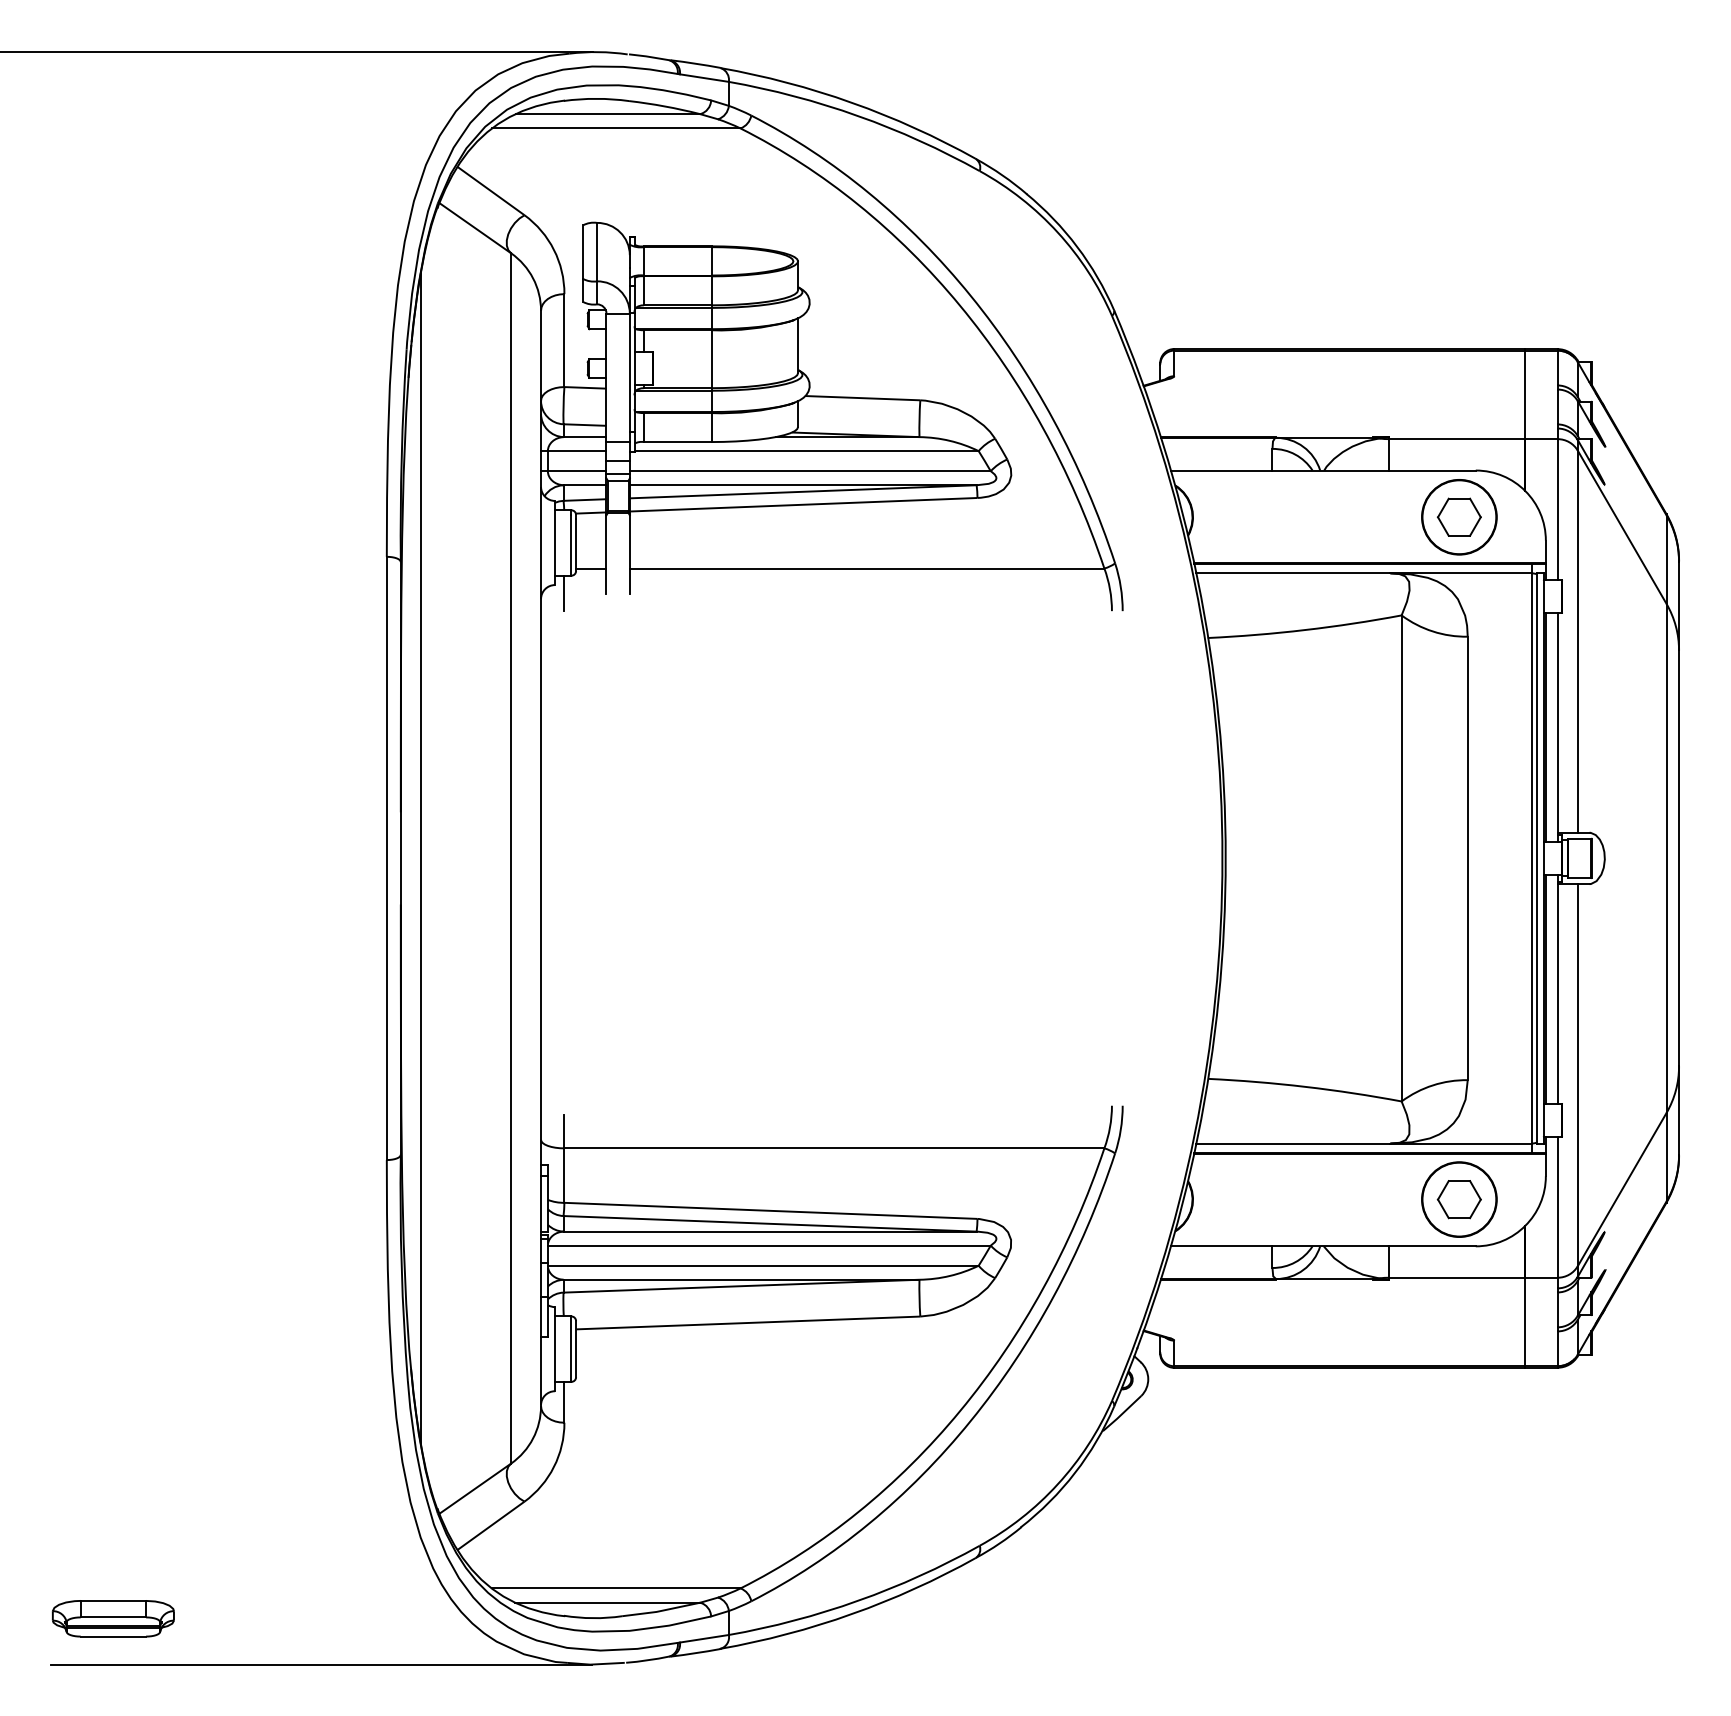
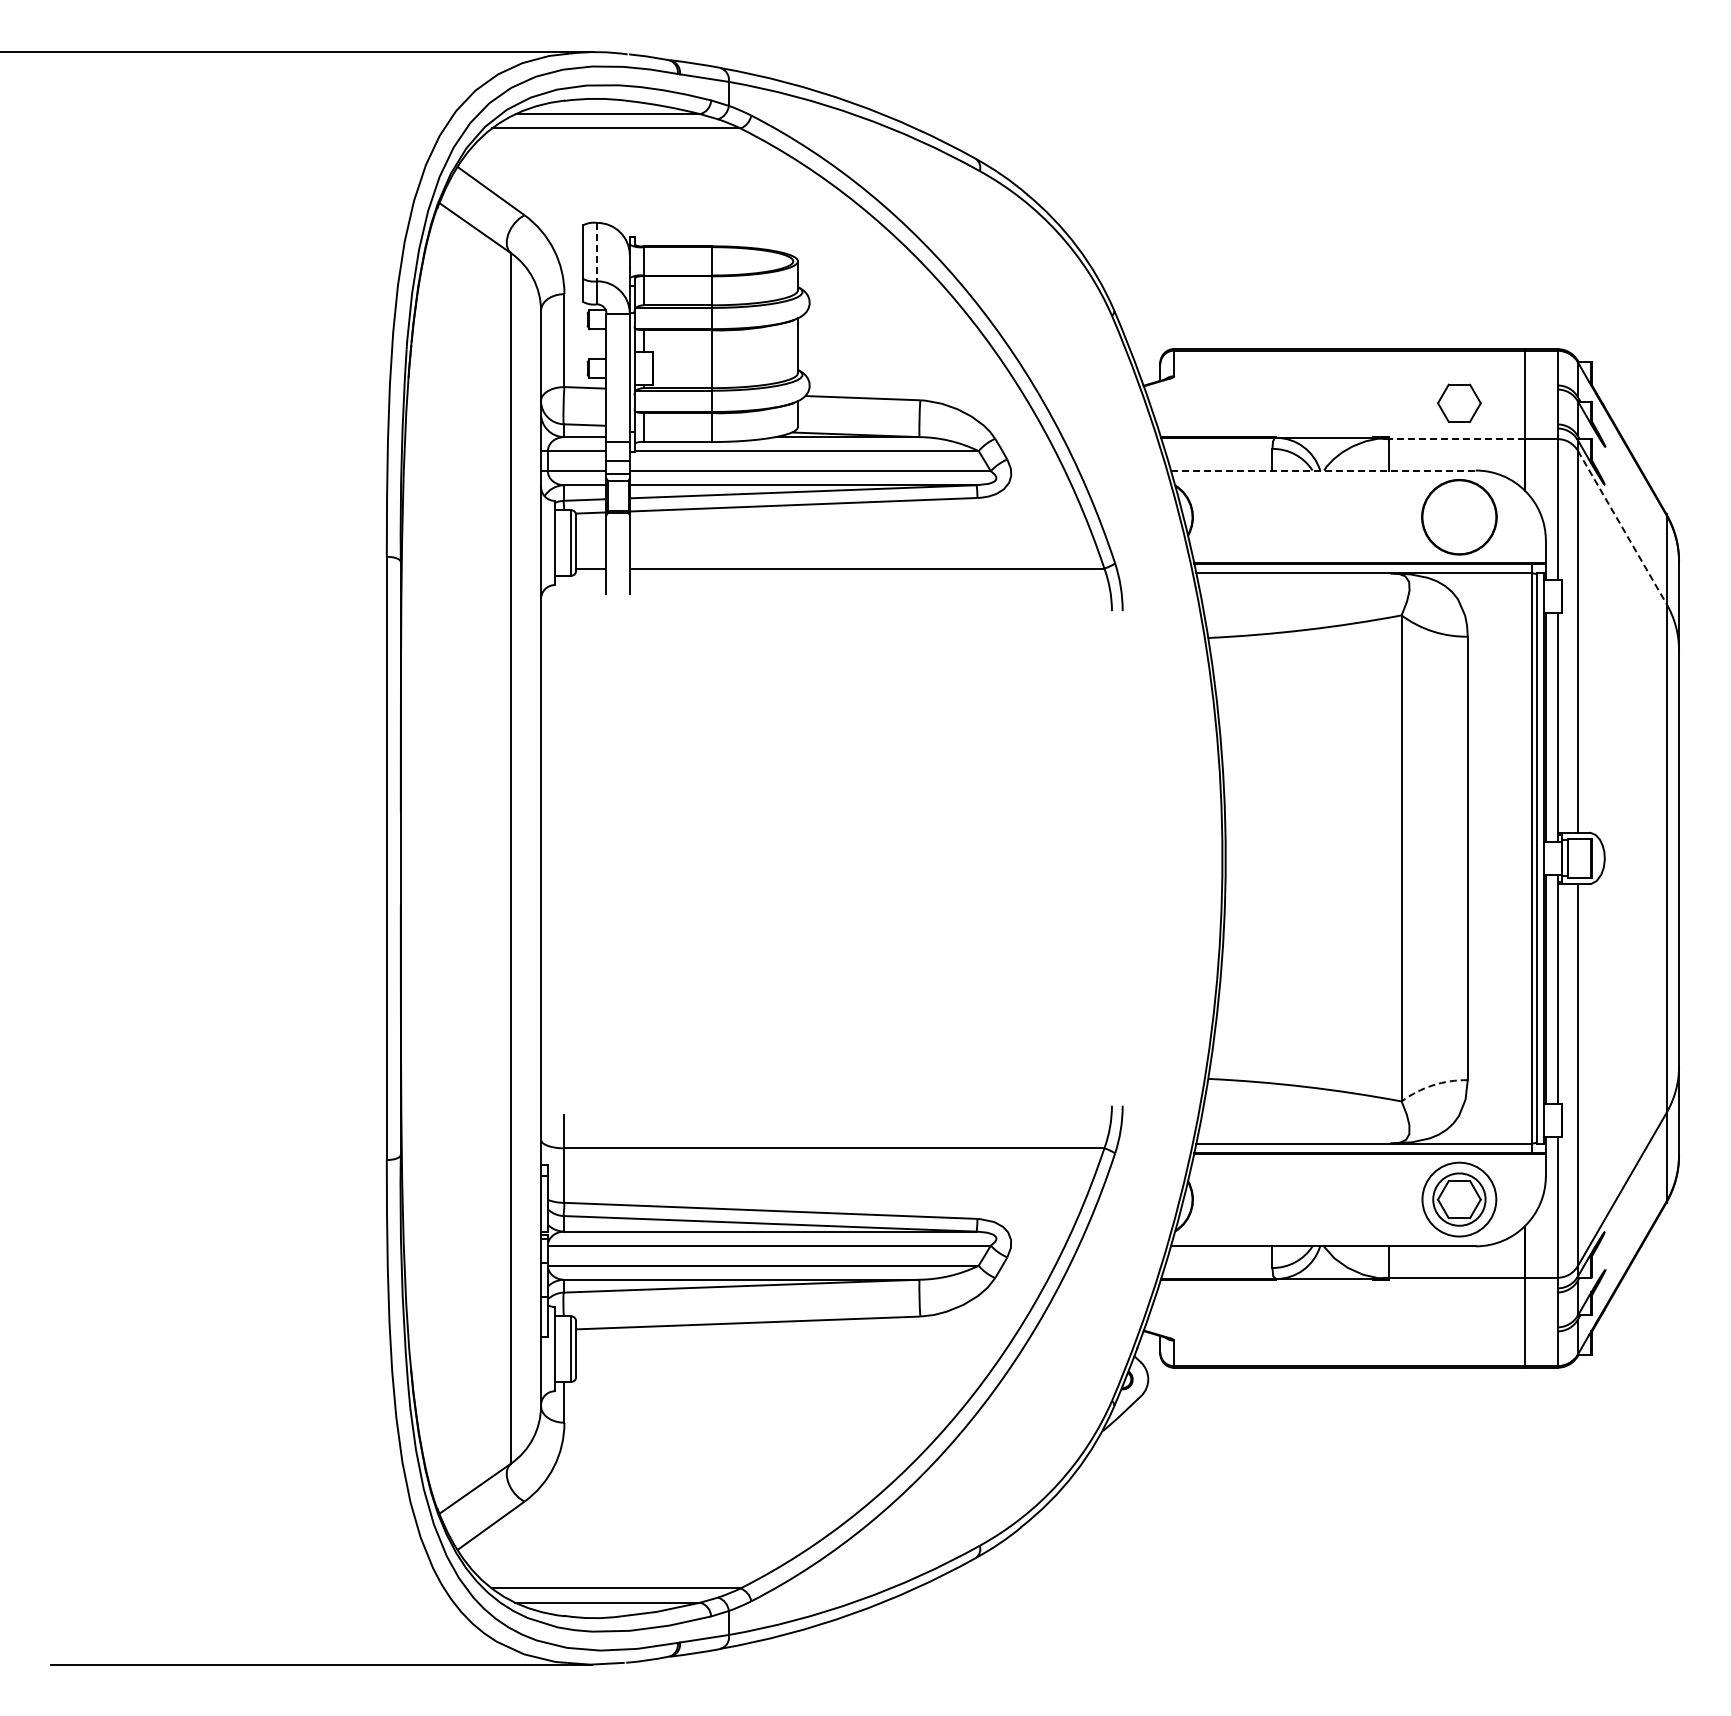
line at (597, 252): solid -> dashed
line at (1457, 439): solid -> dashed
line at (1323, 470): solid -> dashed
part at (1458, 516) position: (1458, 516) -> (1458, 402)
line at (1622, 527): solid -> dashed
line at (564, 593): present -> none
line at (420, 858): present -> none
arc at (1432, 1085): solid -> dashed
circle at (1459, 1199) diameter: 75 px -> 52 px
part at (112, 1618): present -> none
